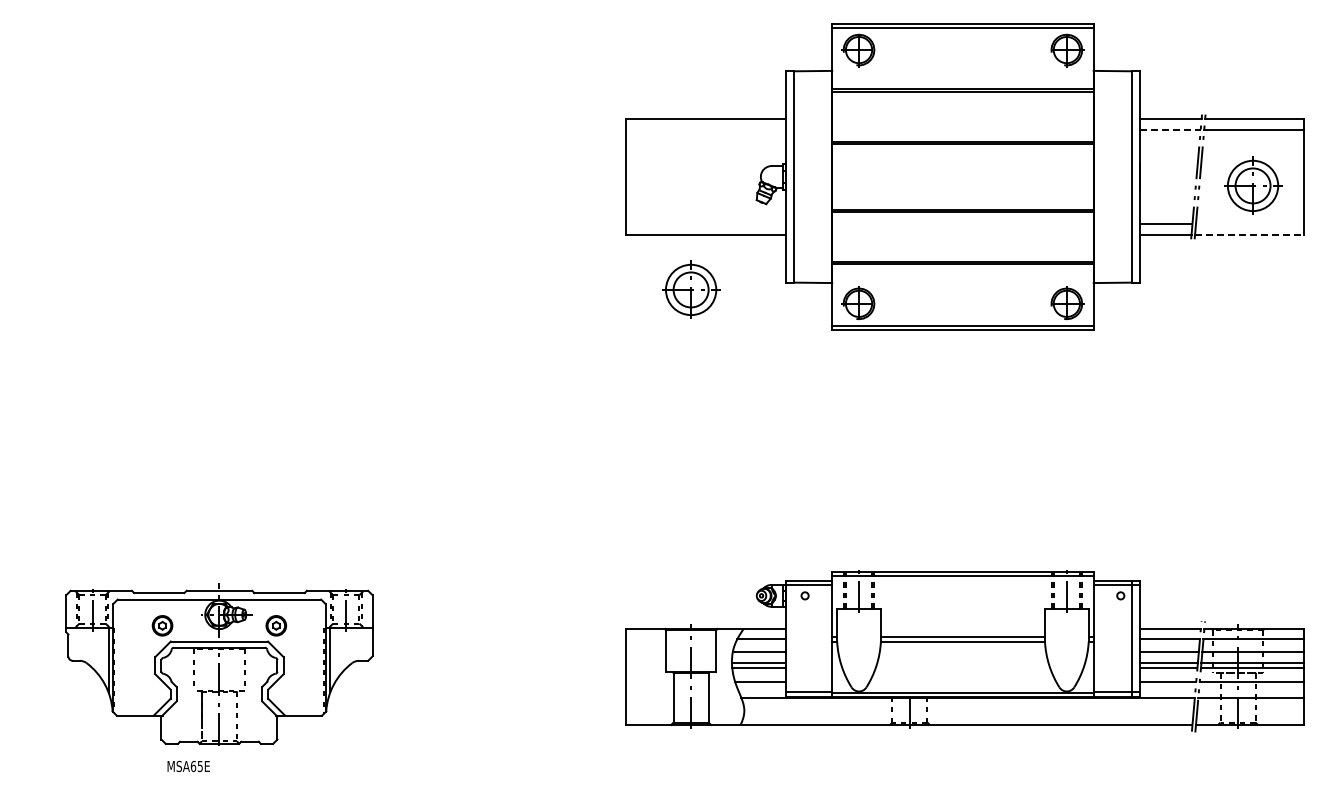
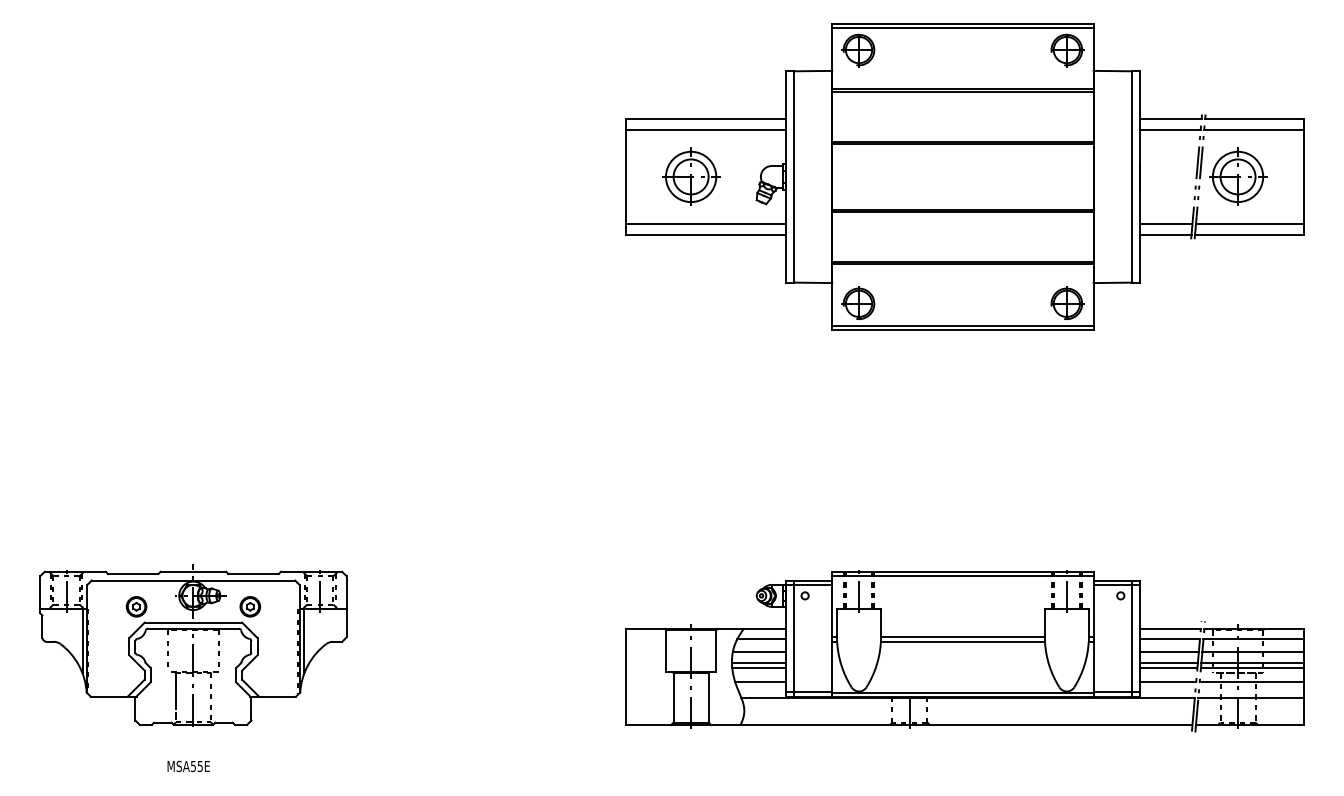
line at (705, 129): none -> present
line at (1170, 129): dashed -> solid
part at (1253, 185) position: (1253, 185) -> (1238, 176)
line at (705, 224): none -> present
line at (1249, 224): none -> present
line at (1249, 234): dashed -> solid
part at (691, 289) position: (691, 289) -> (691, 176)
line at (794, 638): none -> present
part at (219, 664) position: (219, 664) -> (193, 645)
text at (193, 766): MSA65E -> MSA55E
